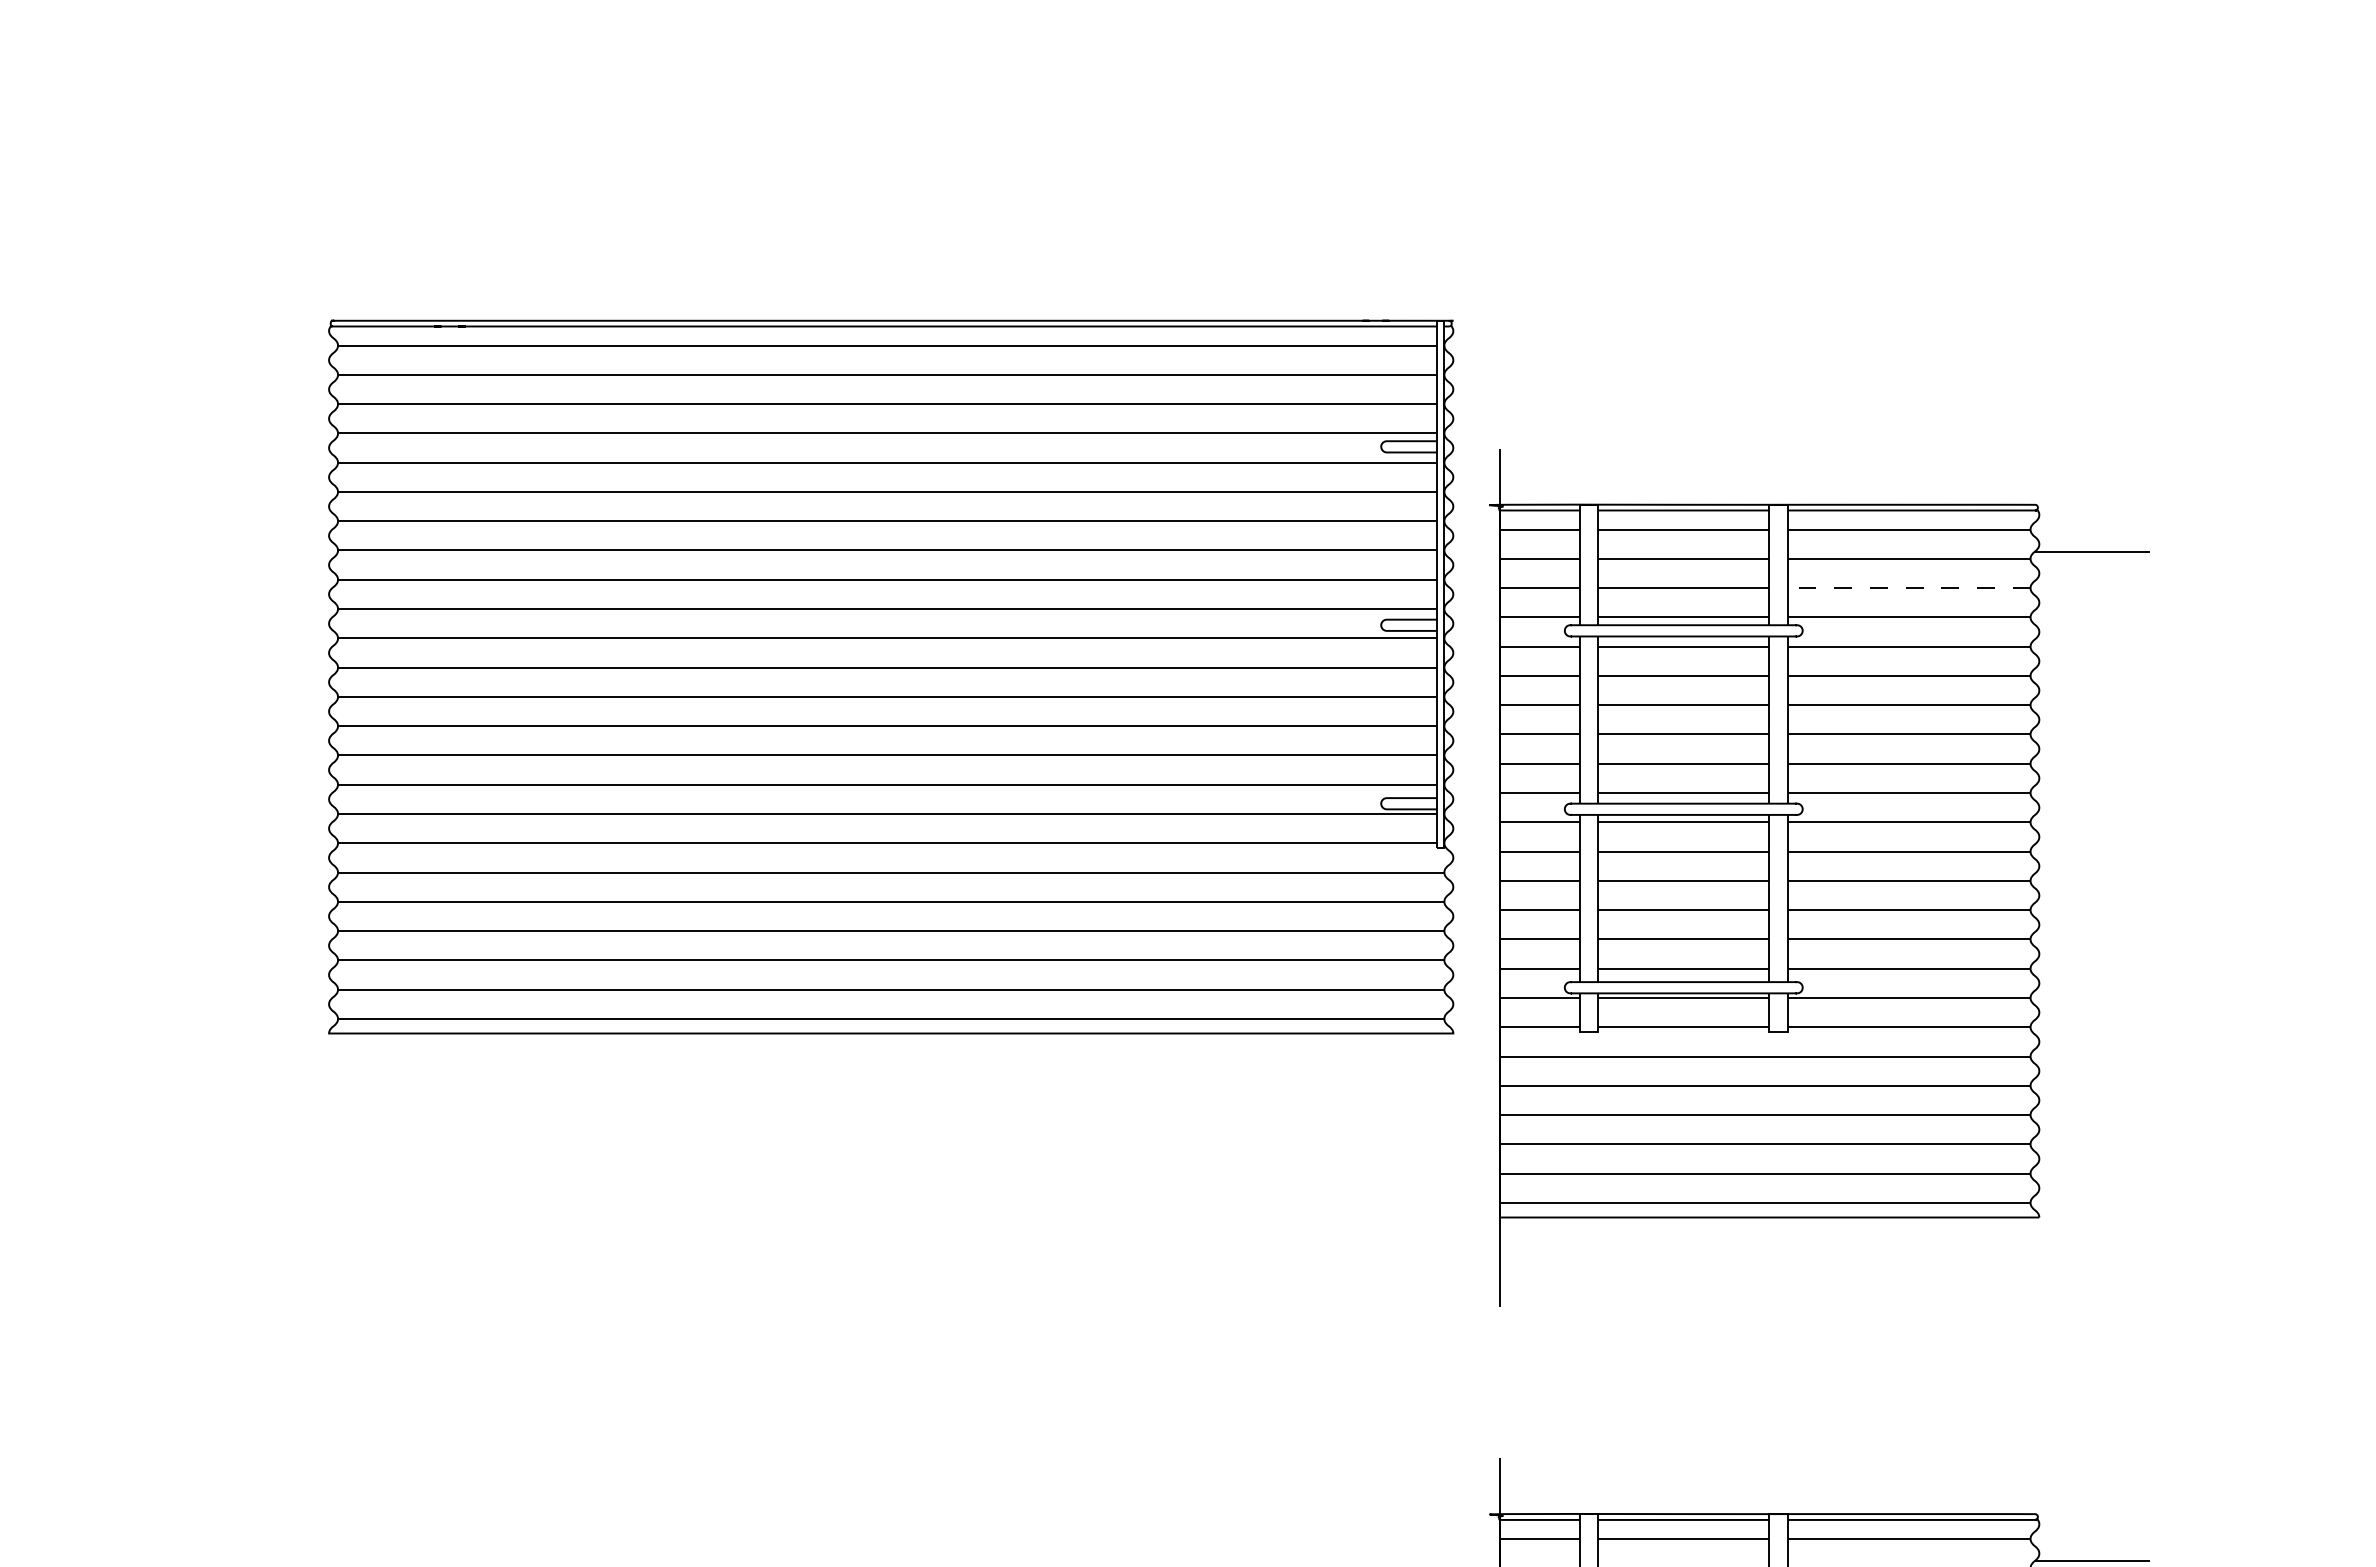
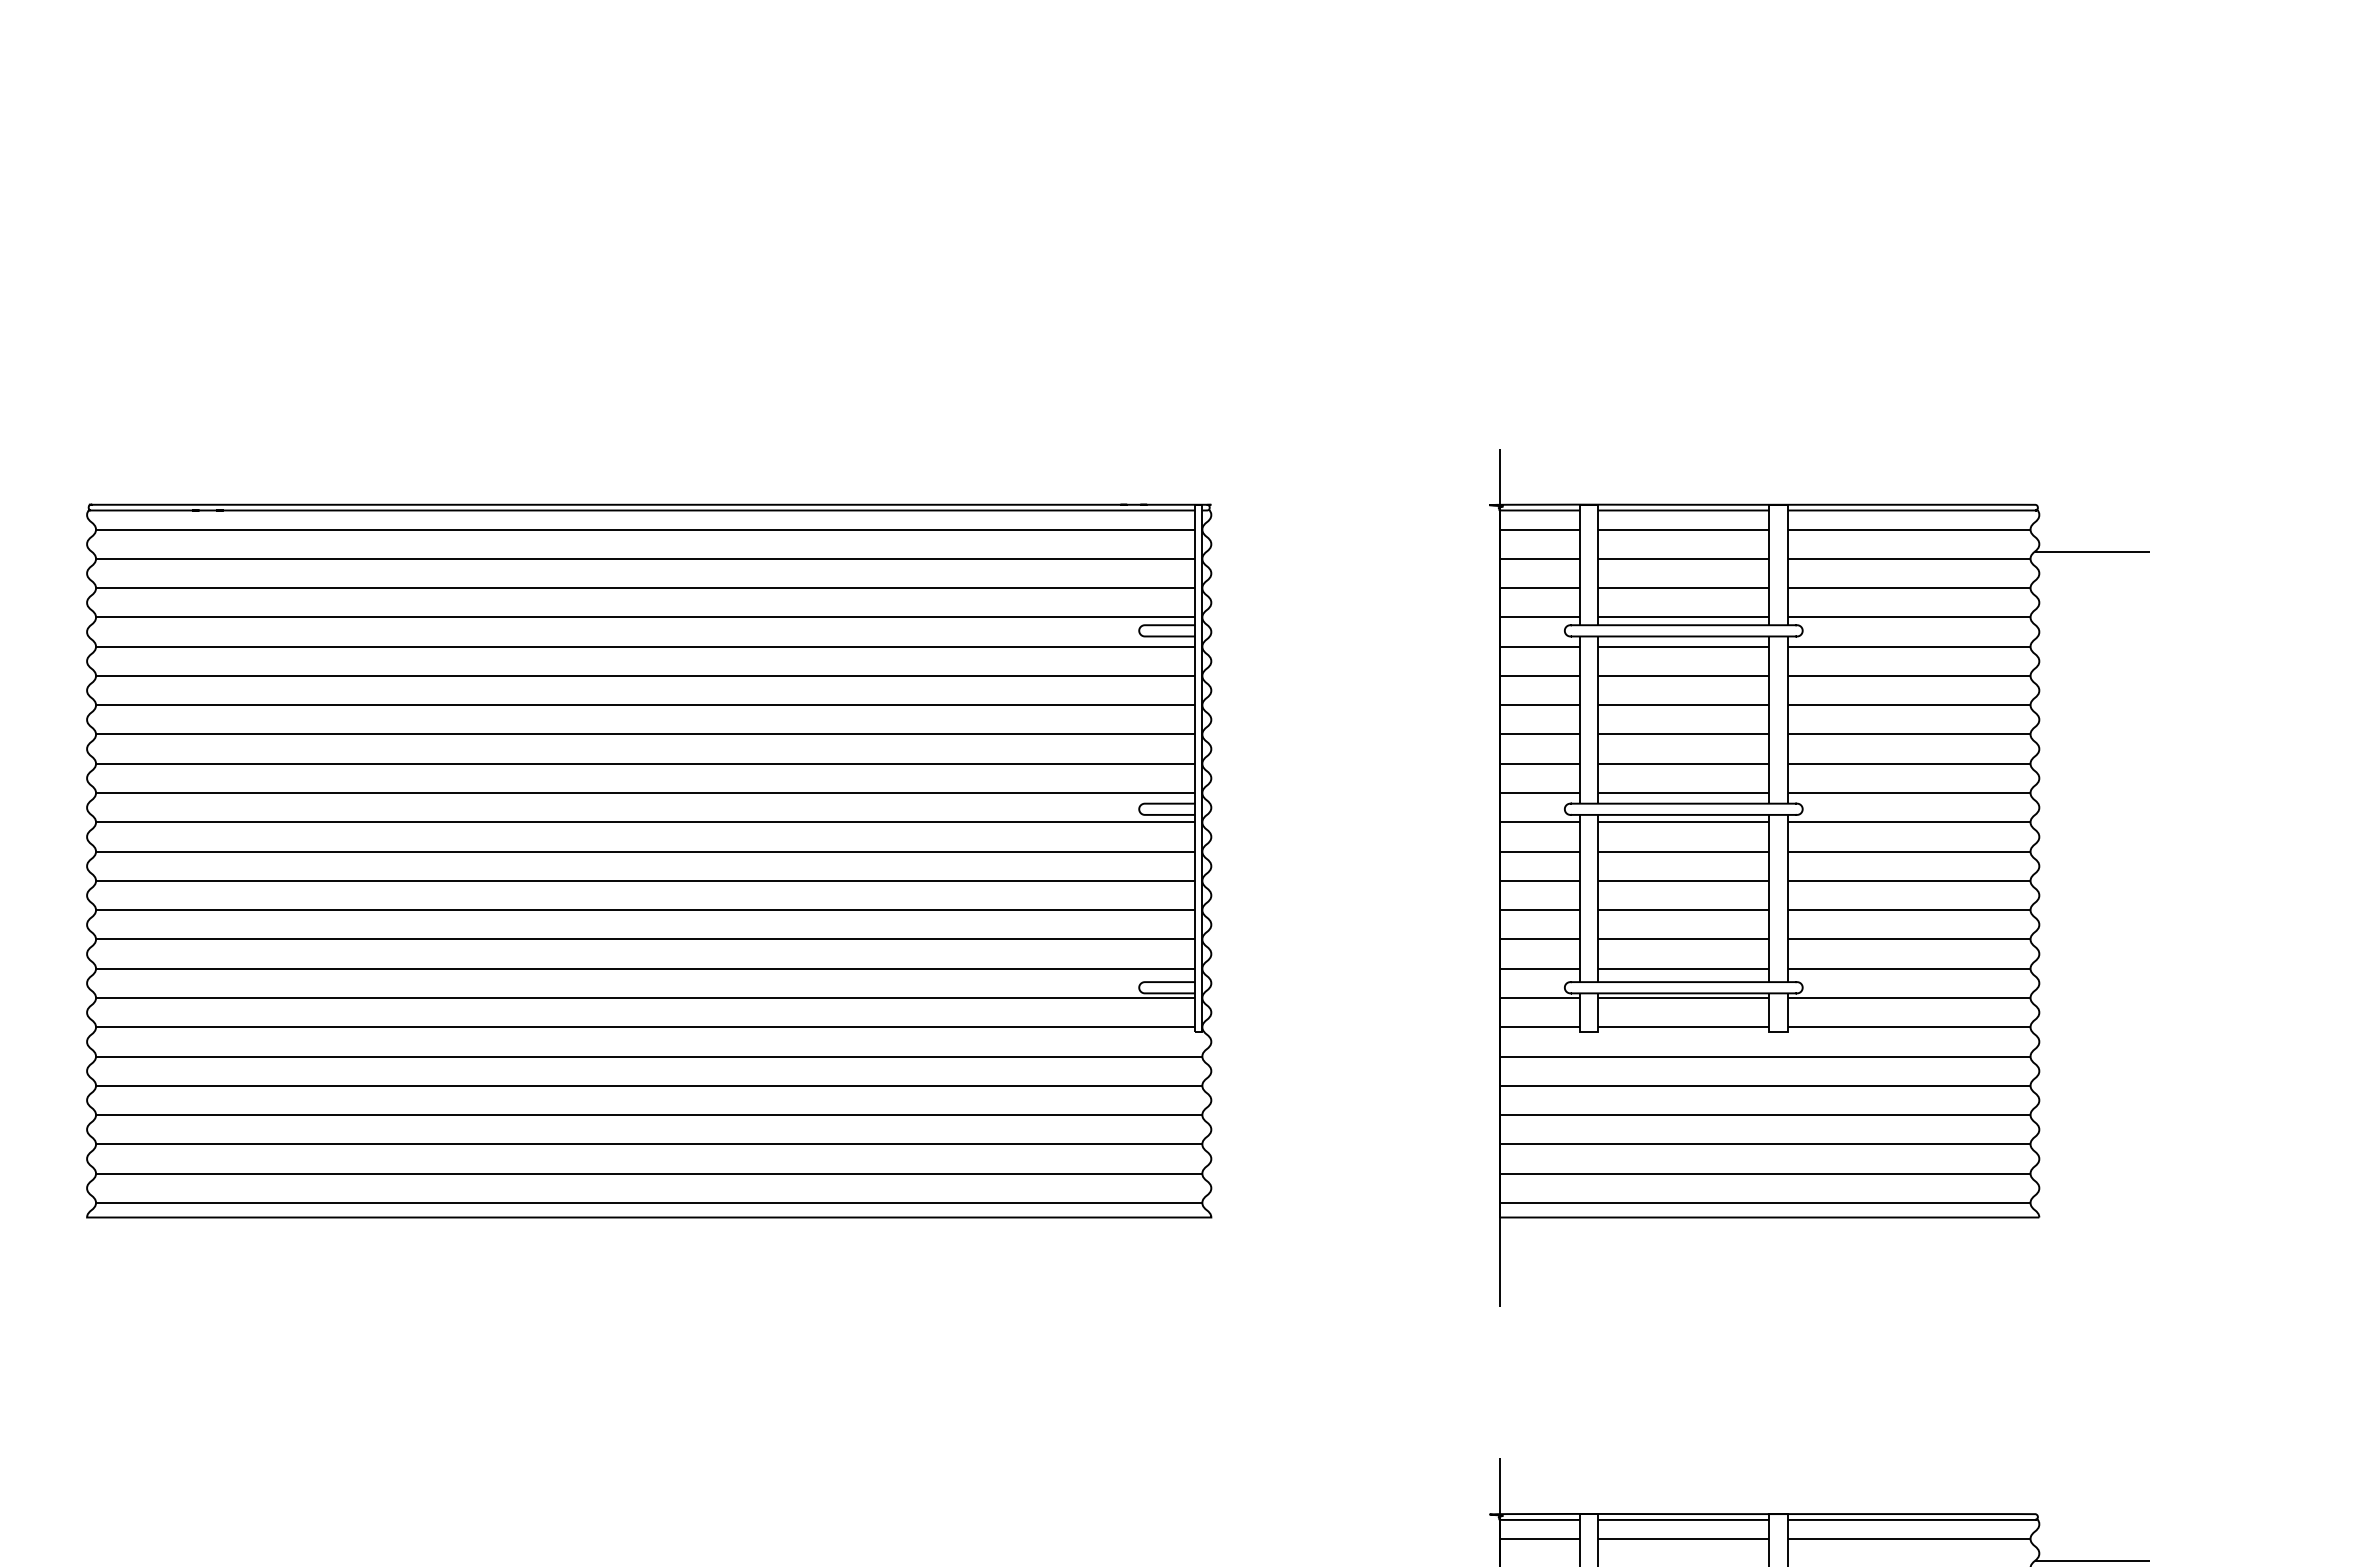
line at (1908, 588): dashed -> solid
part at (891, 676) position: (891, 676) -> (649, 860)
